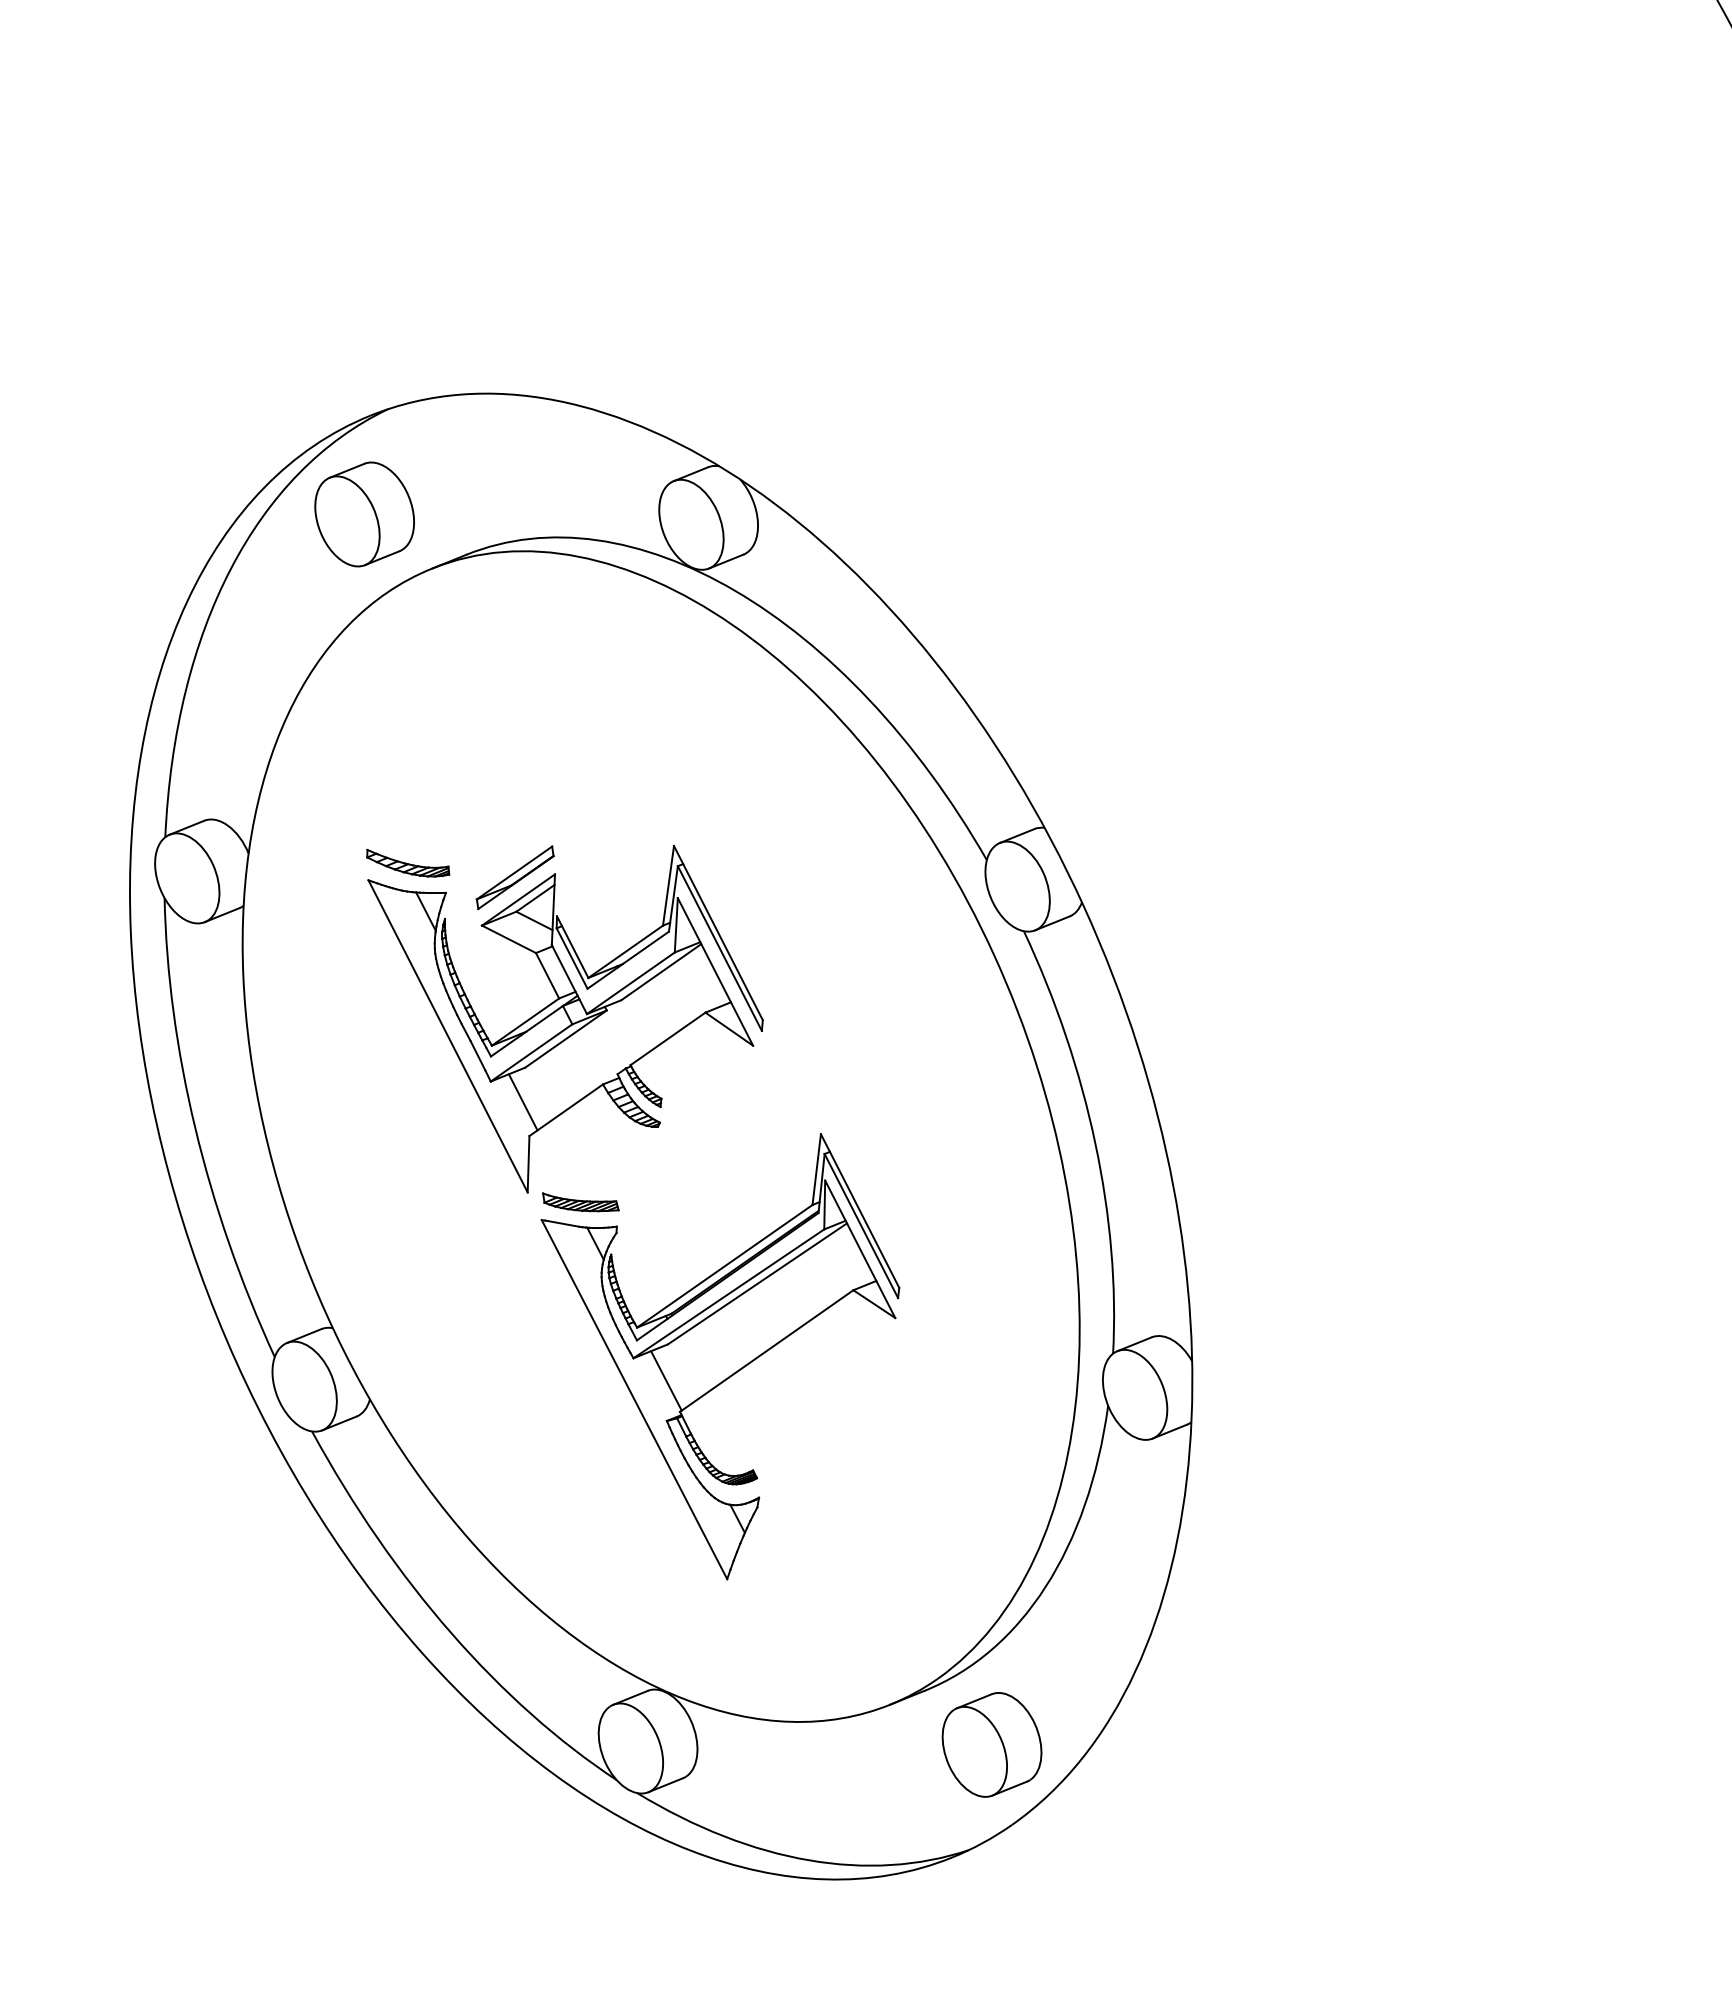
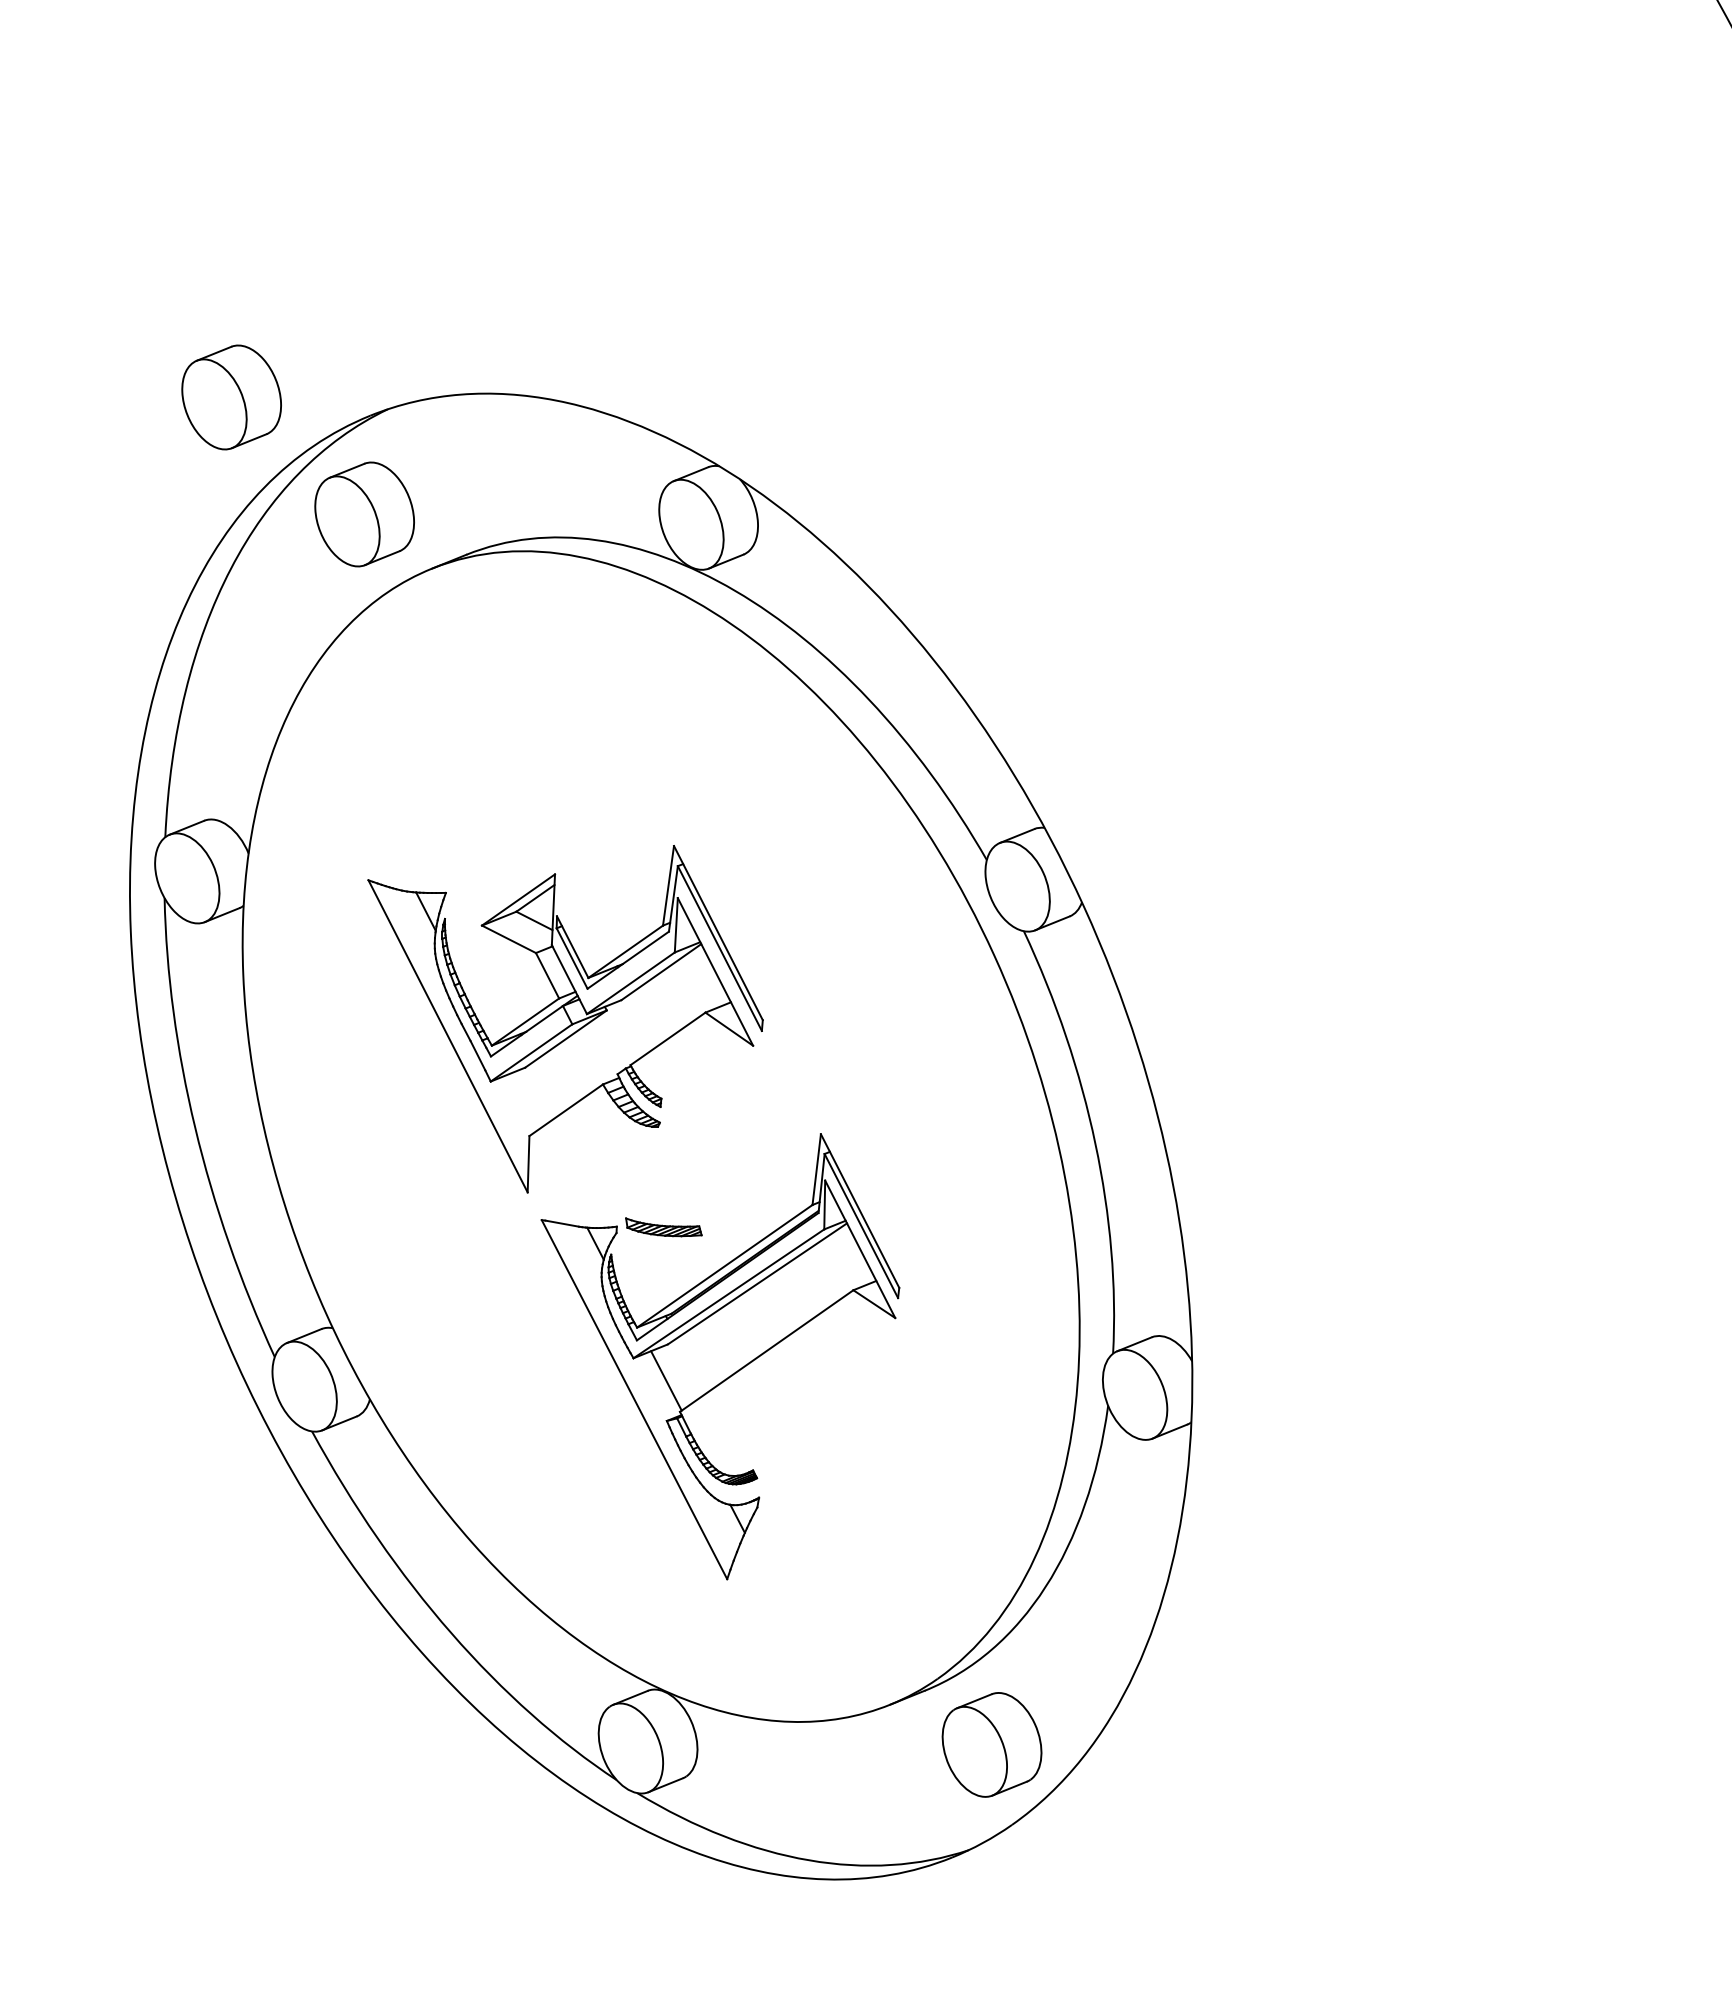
part at (231, 397): none -> present
part at (408, 862): present -> none
part at (514, 877): present -> none
line at (522, 1102): present -> none
part at (580, 1202) position: (580, 1202) -> (663, 1227)
